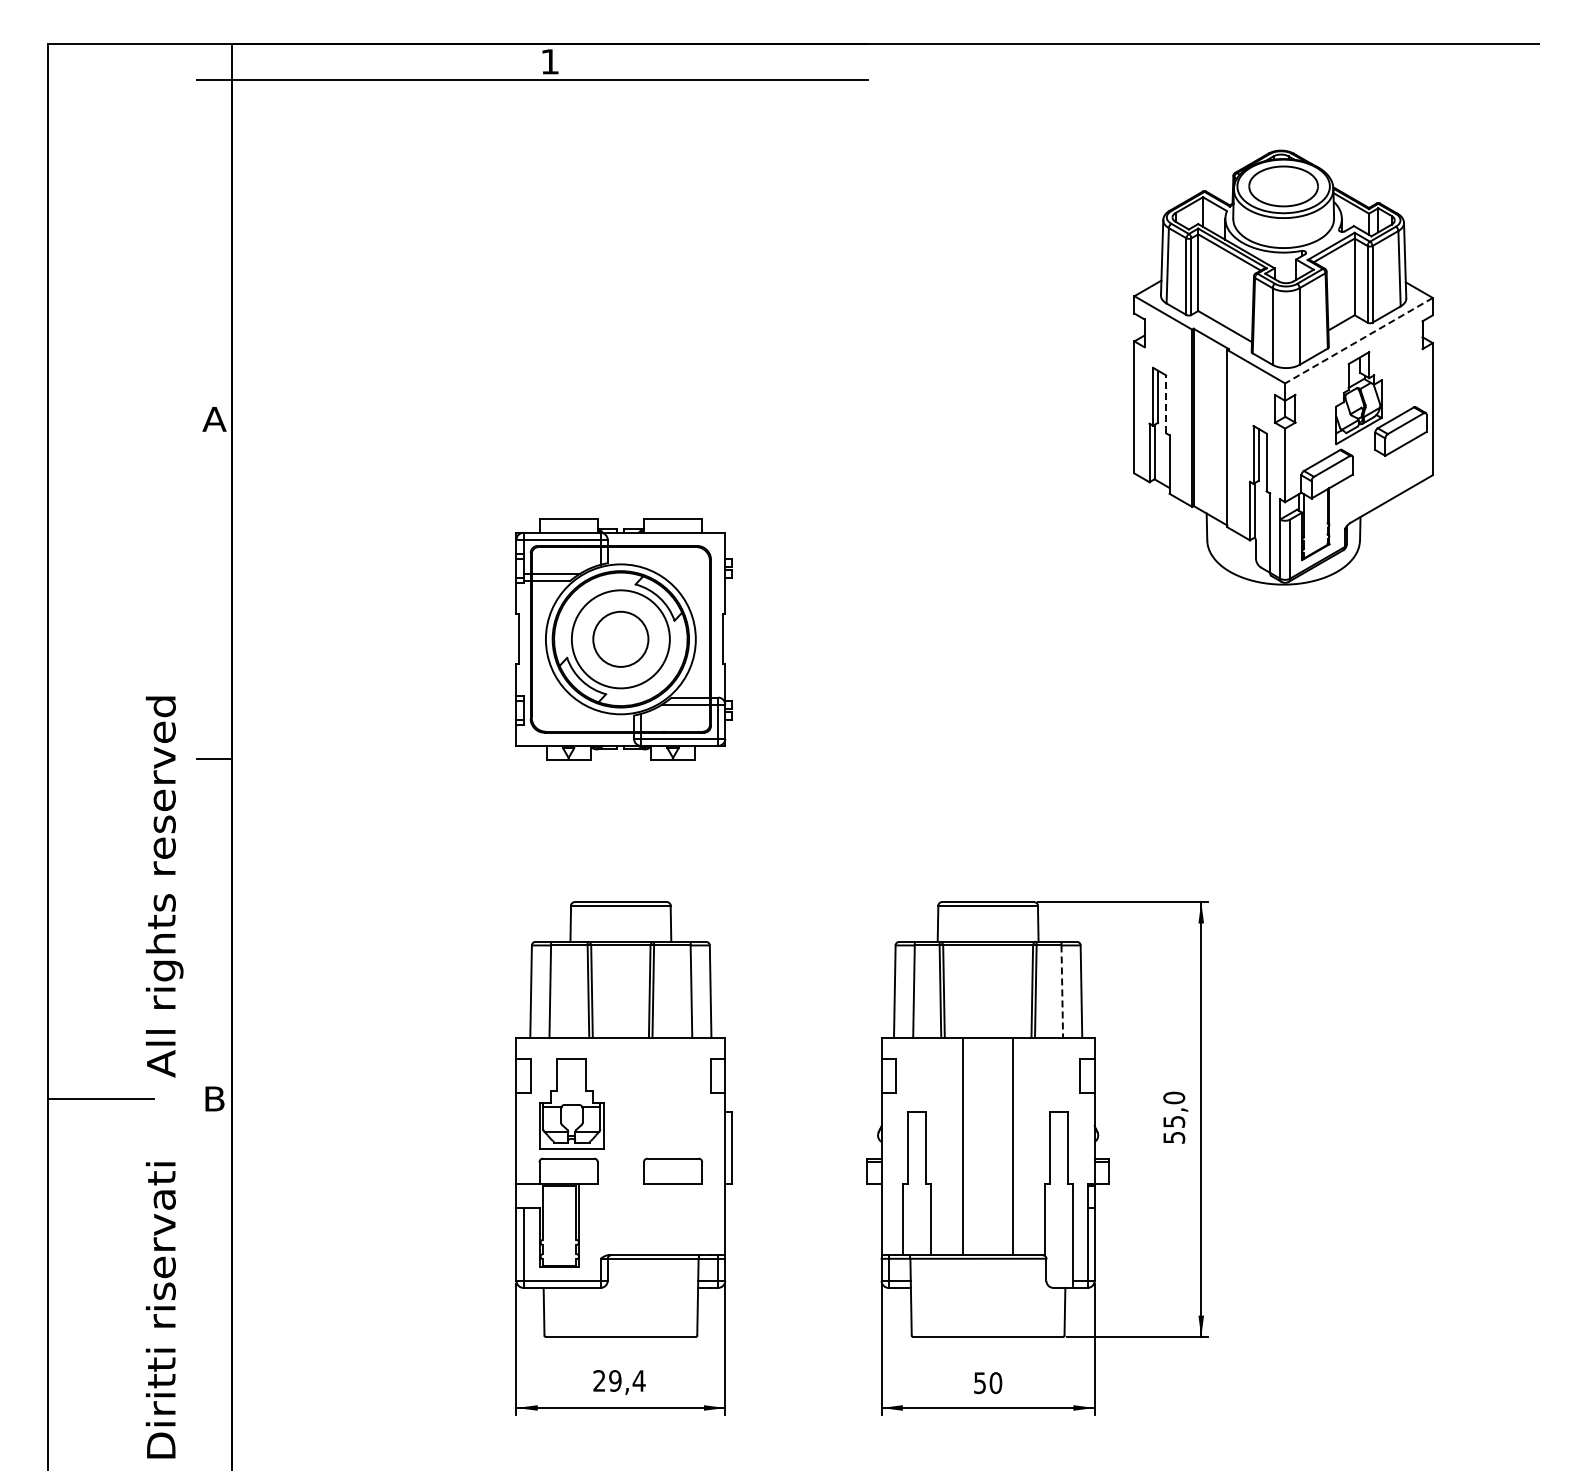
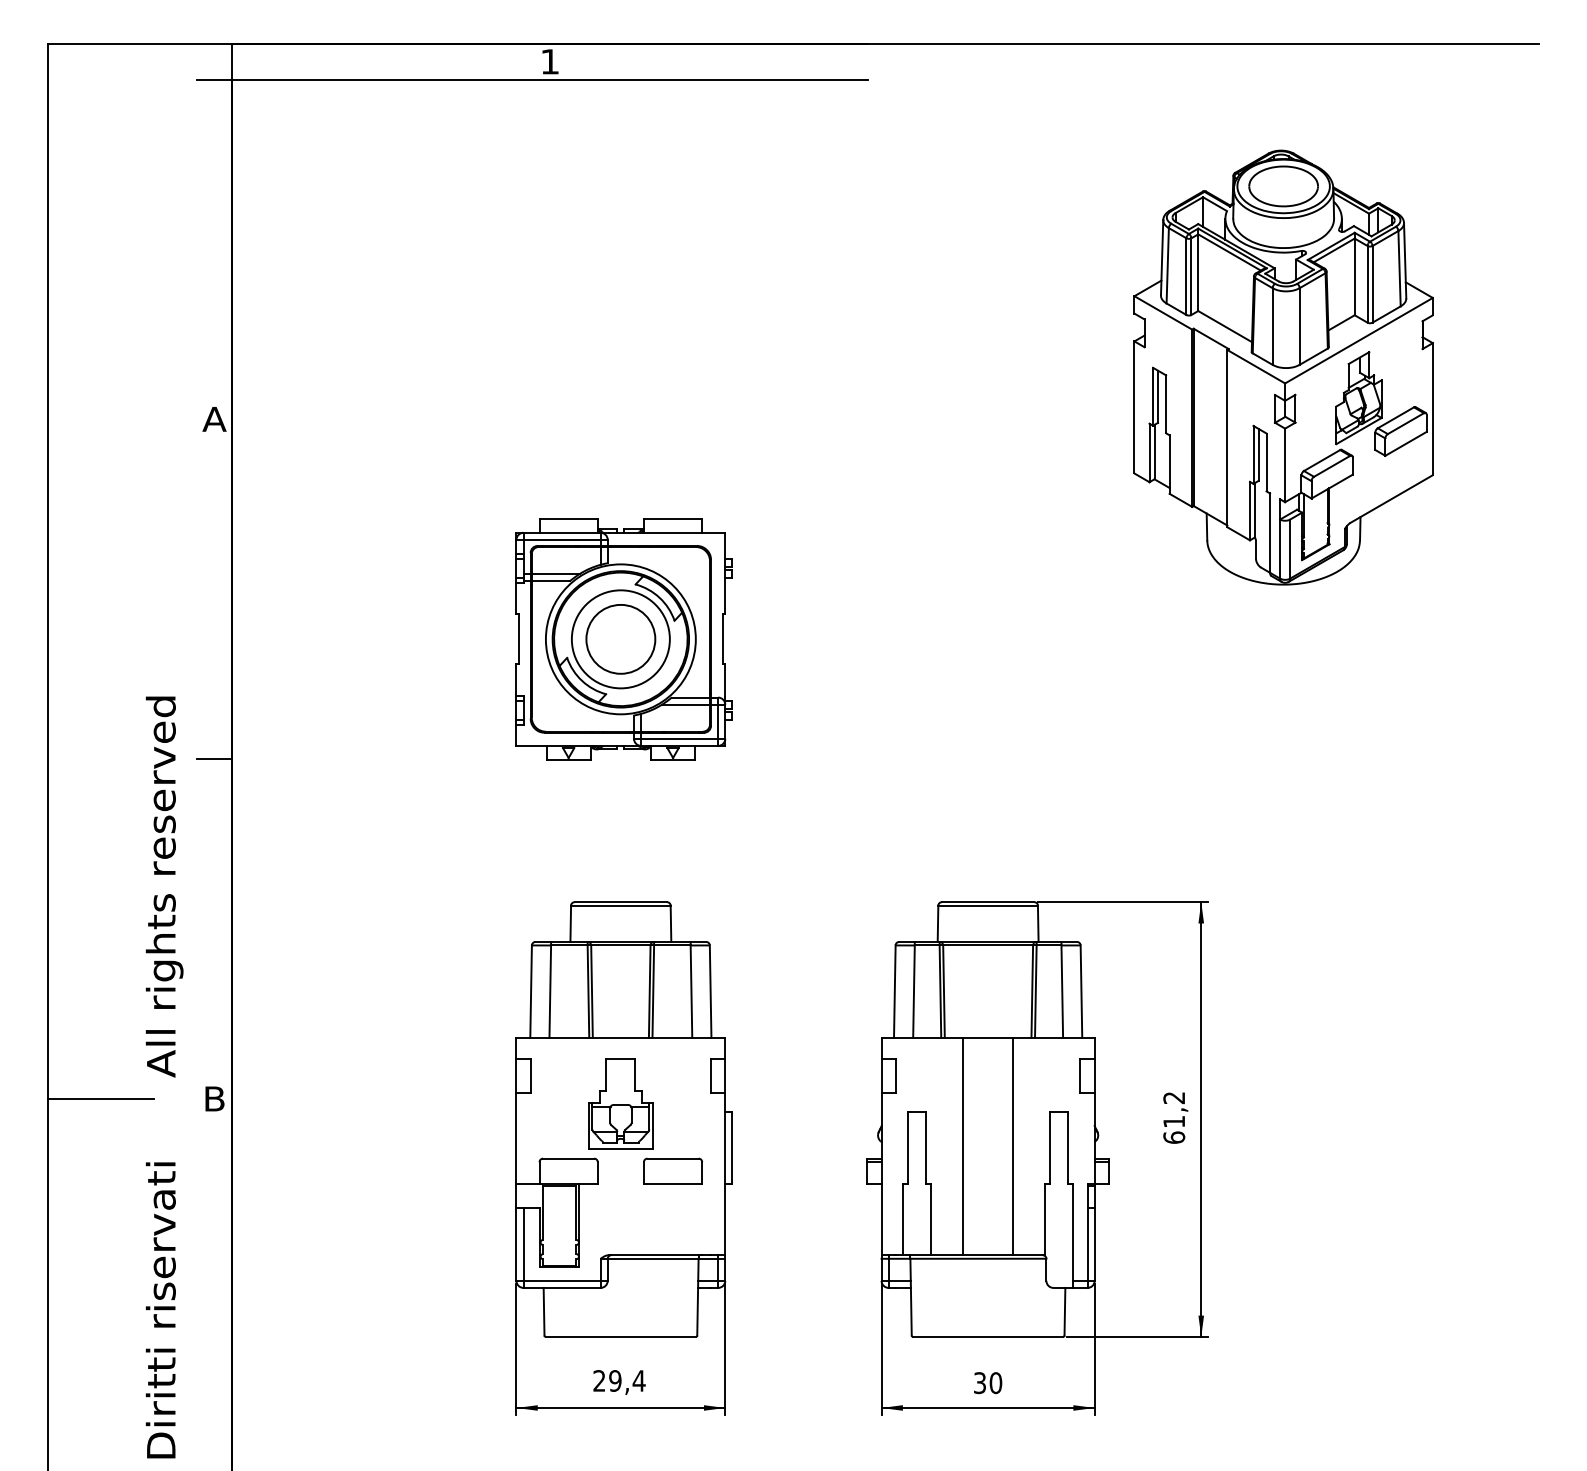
line at (1358, 340): dashed -> solid
line at (1166, 404): dashed -> solid
circle at (620, 638) diameter: 55 px -> 69 px
line at (1062, 992): dashed -> solid
part at (571, 1103) position: (571, 1103) -> (620, 1103)
text at (1174, 1117): 55,0 -> 61,2
text at (979, 1382): 50 -> 30
